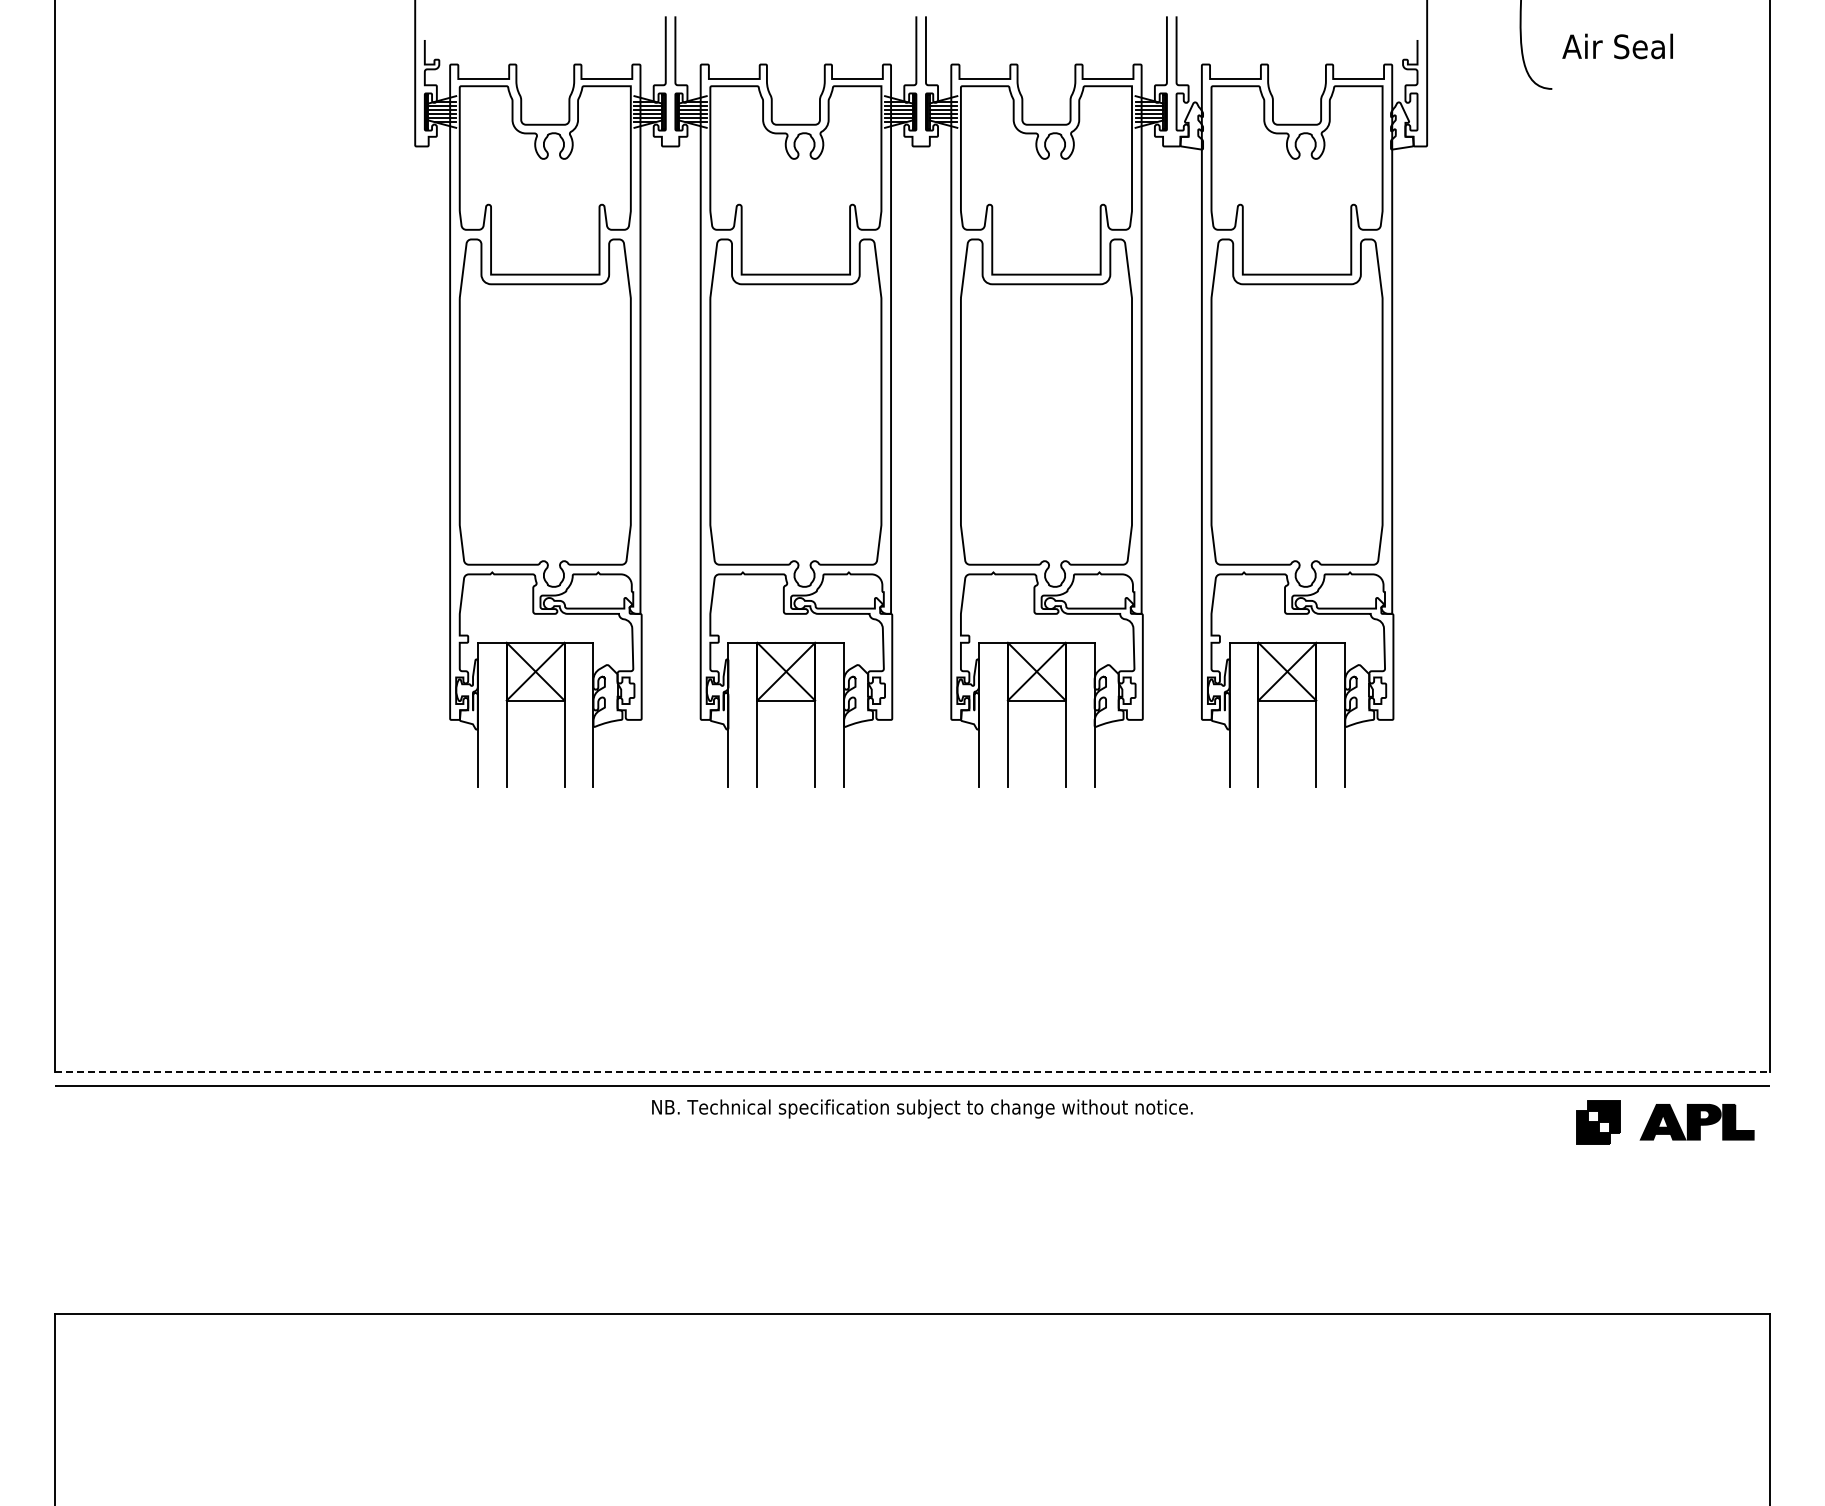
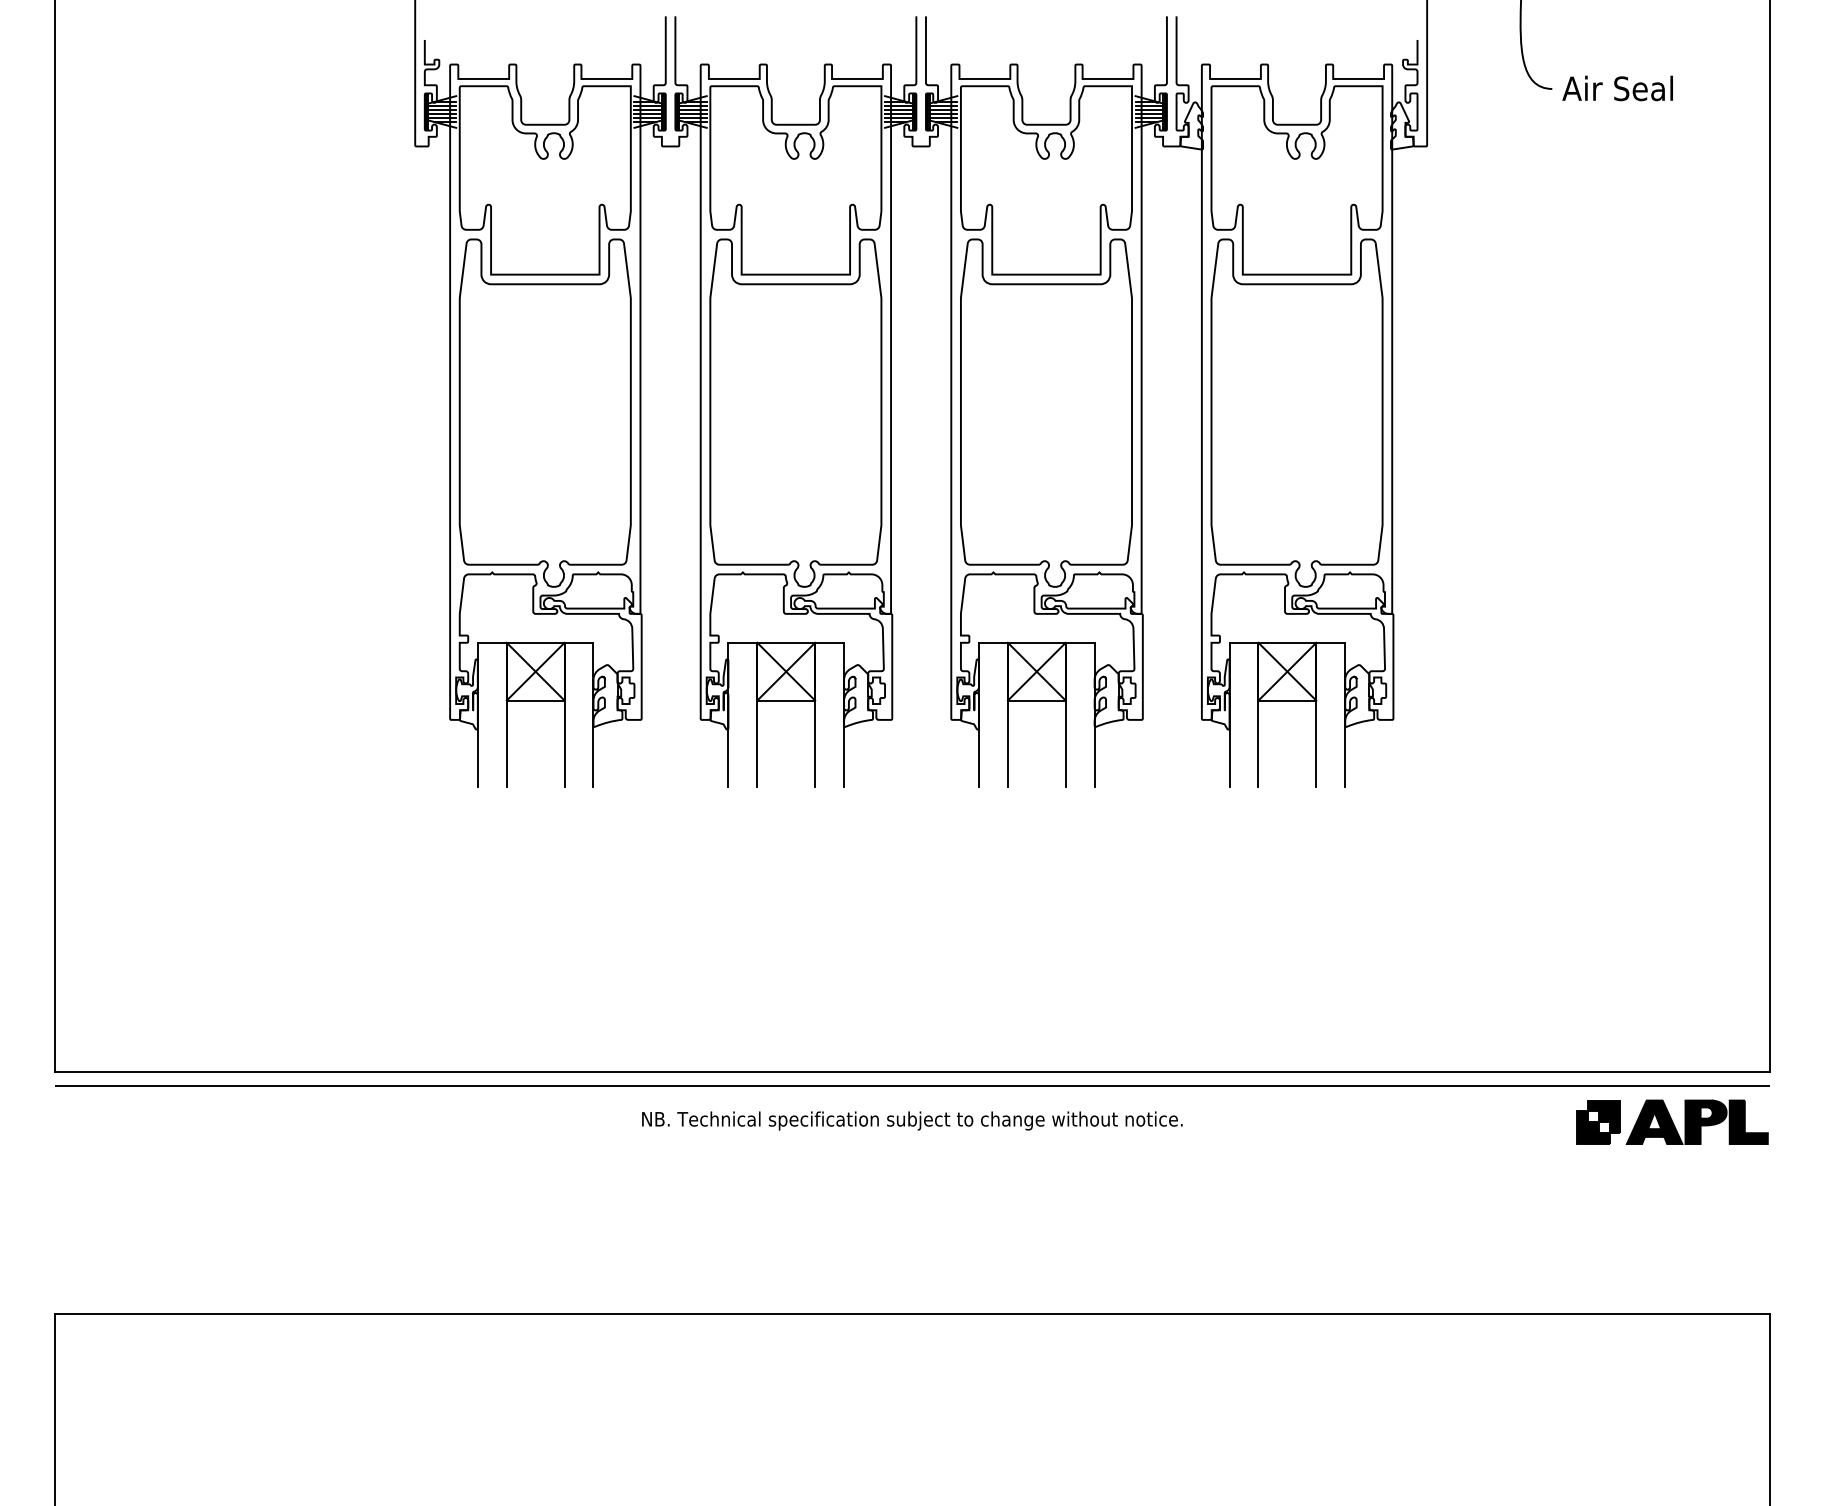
text at (1617, 46) position: (1617, 46) -> (1617, 88)
line at (912, 1071): dashed -> solid
text at (922, 1108) position: (922, 1108) -> (912, 1120)
part at (1696, 1122) size: 116x37 px -> 144x46 px
